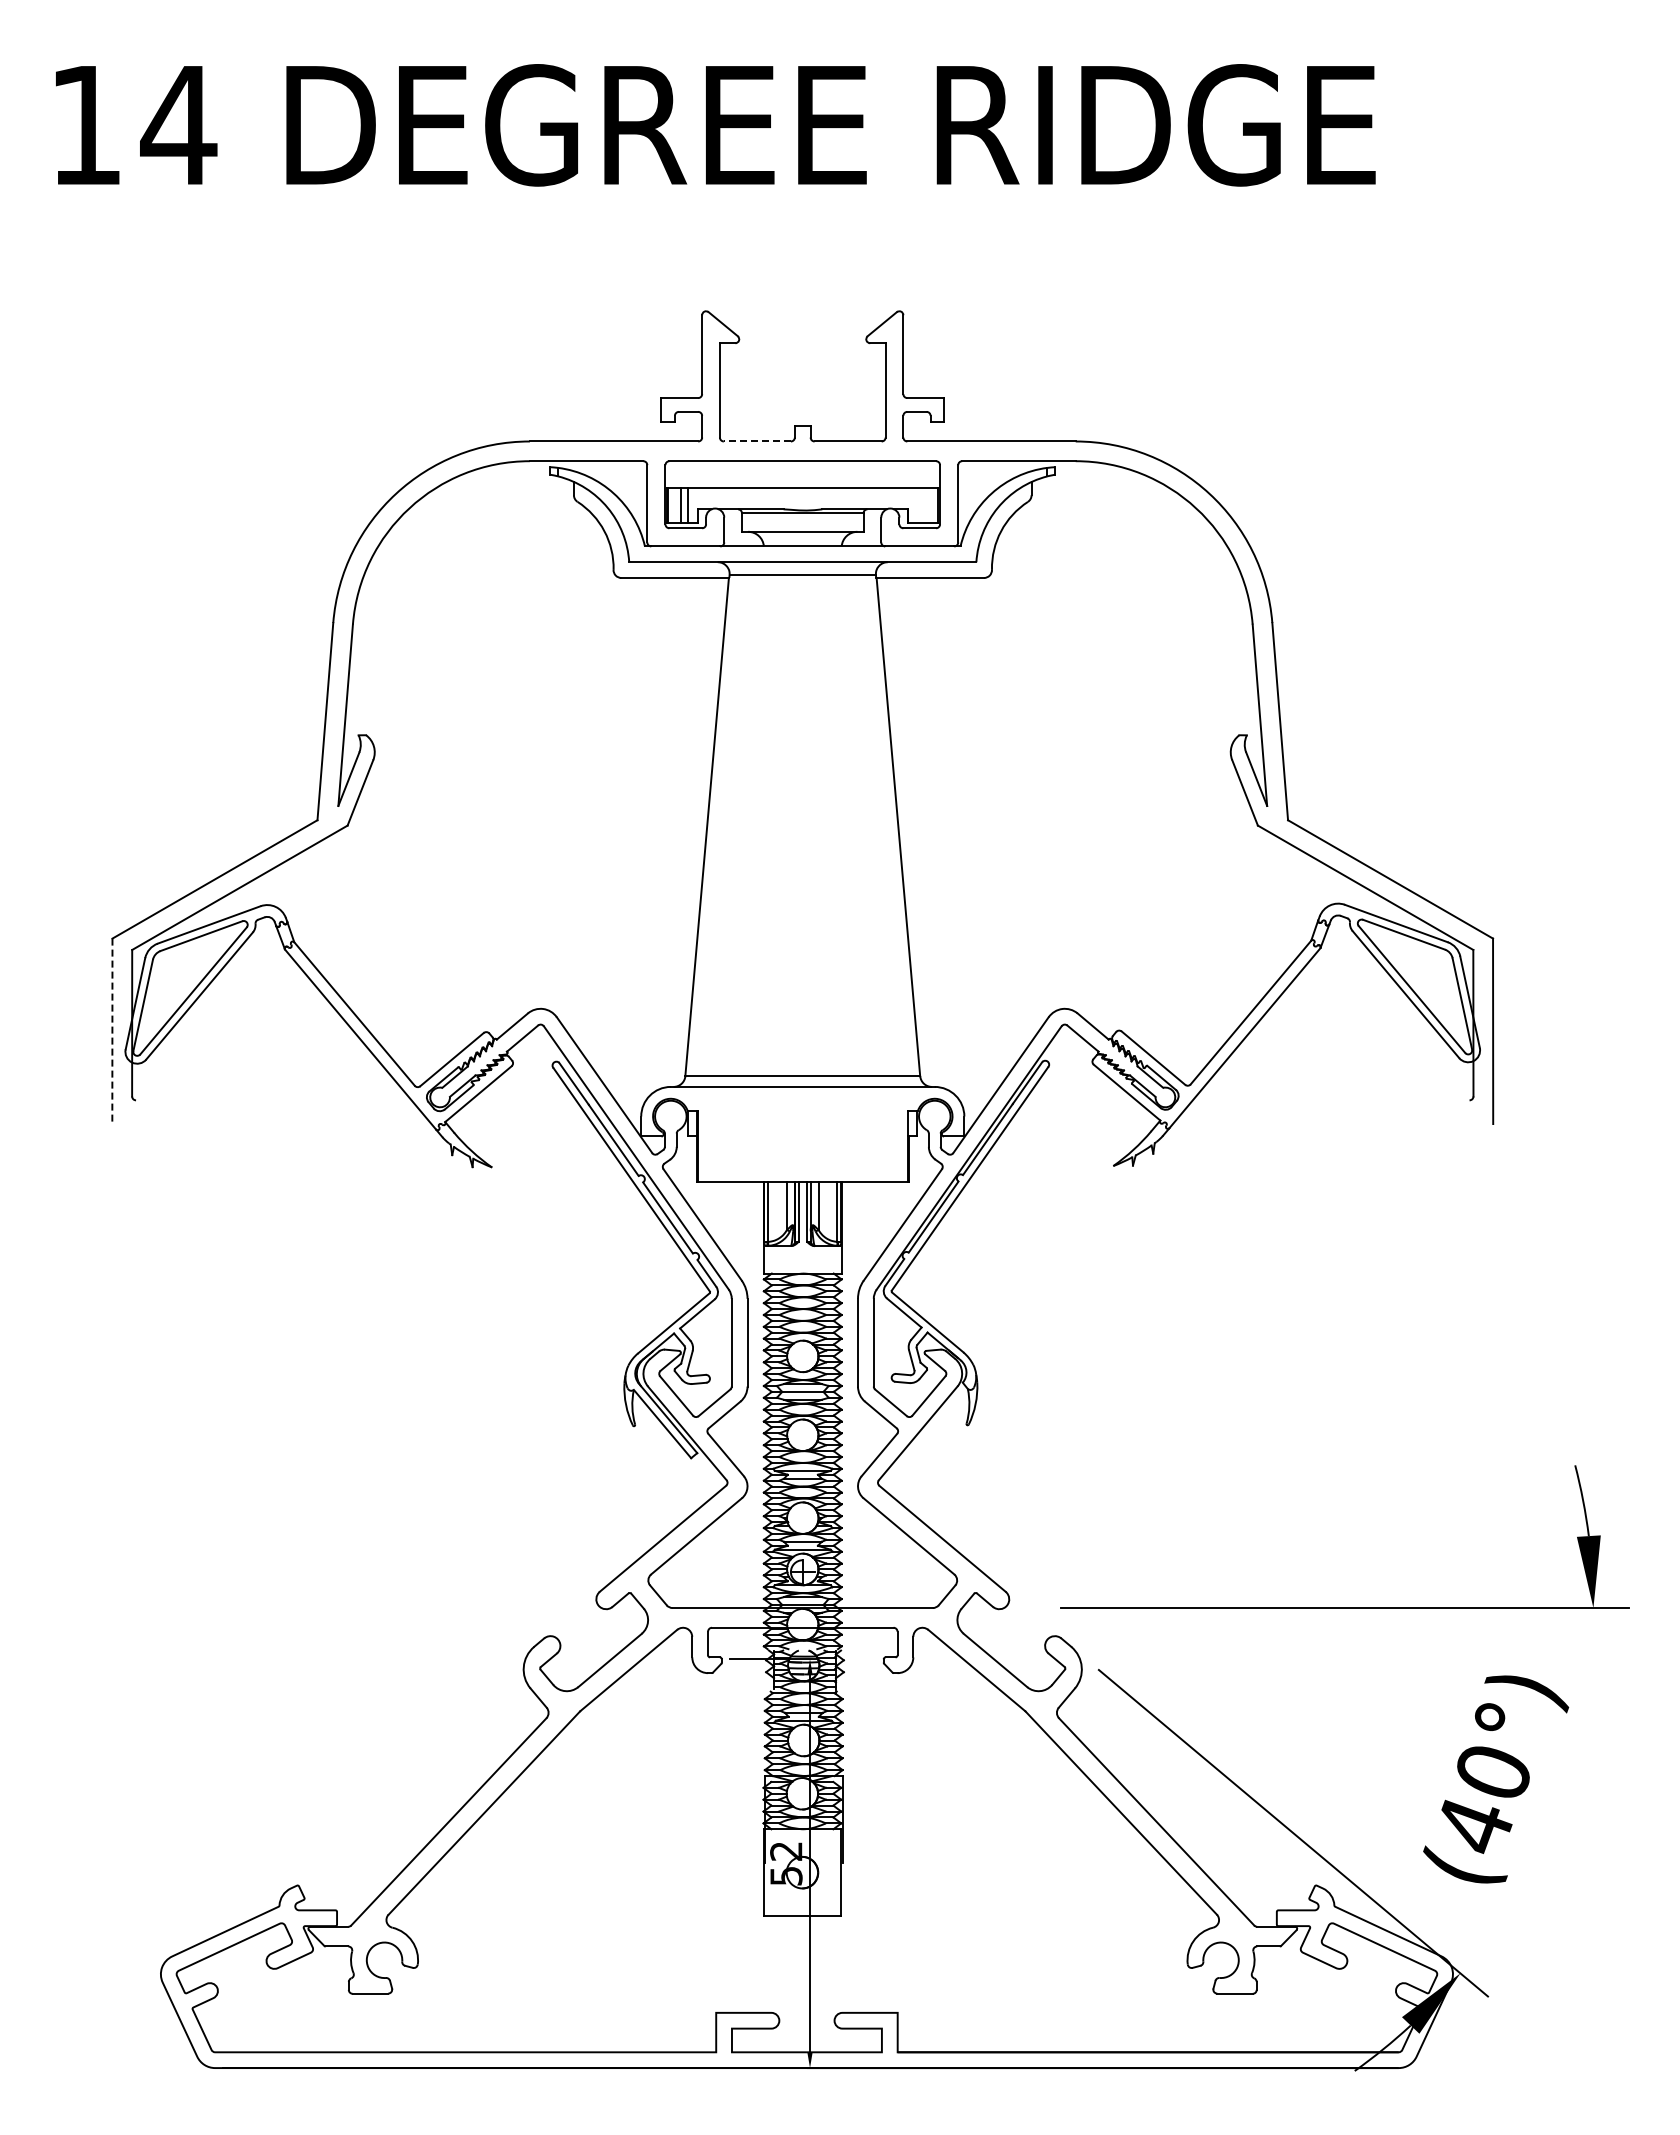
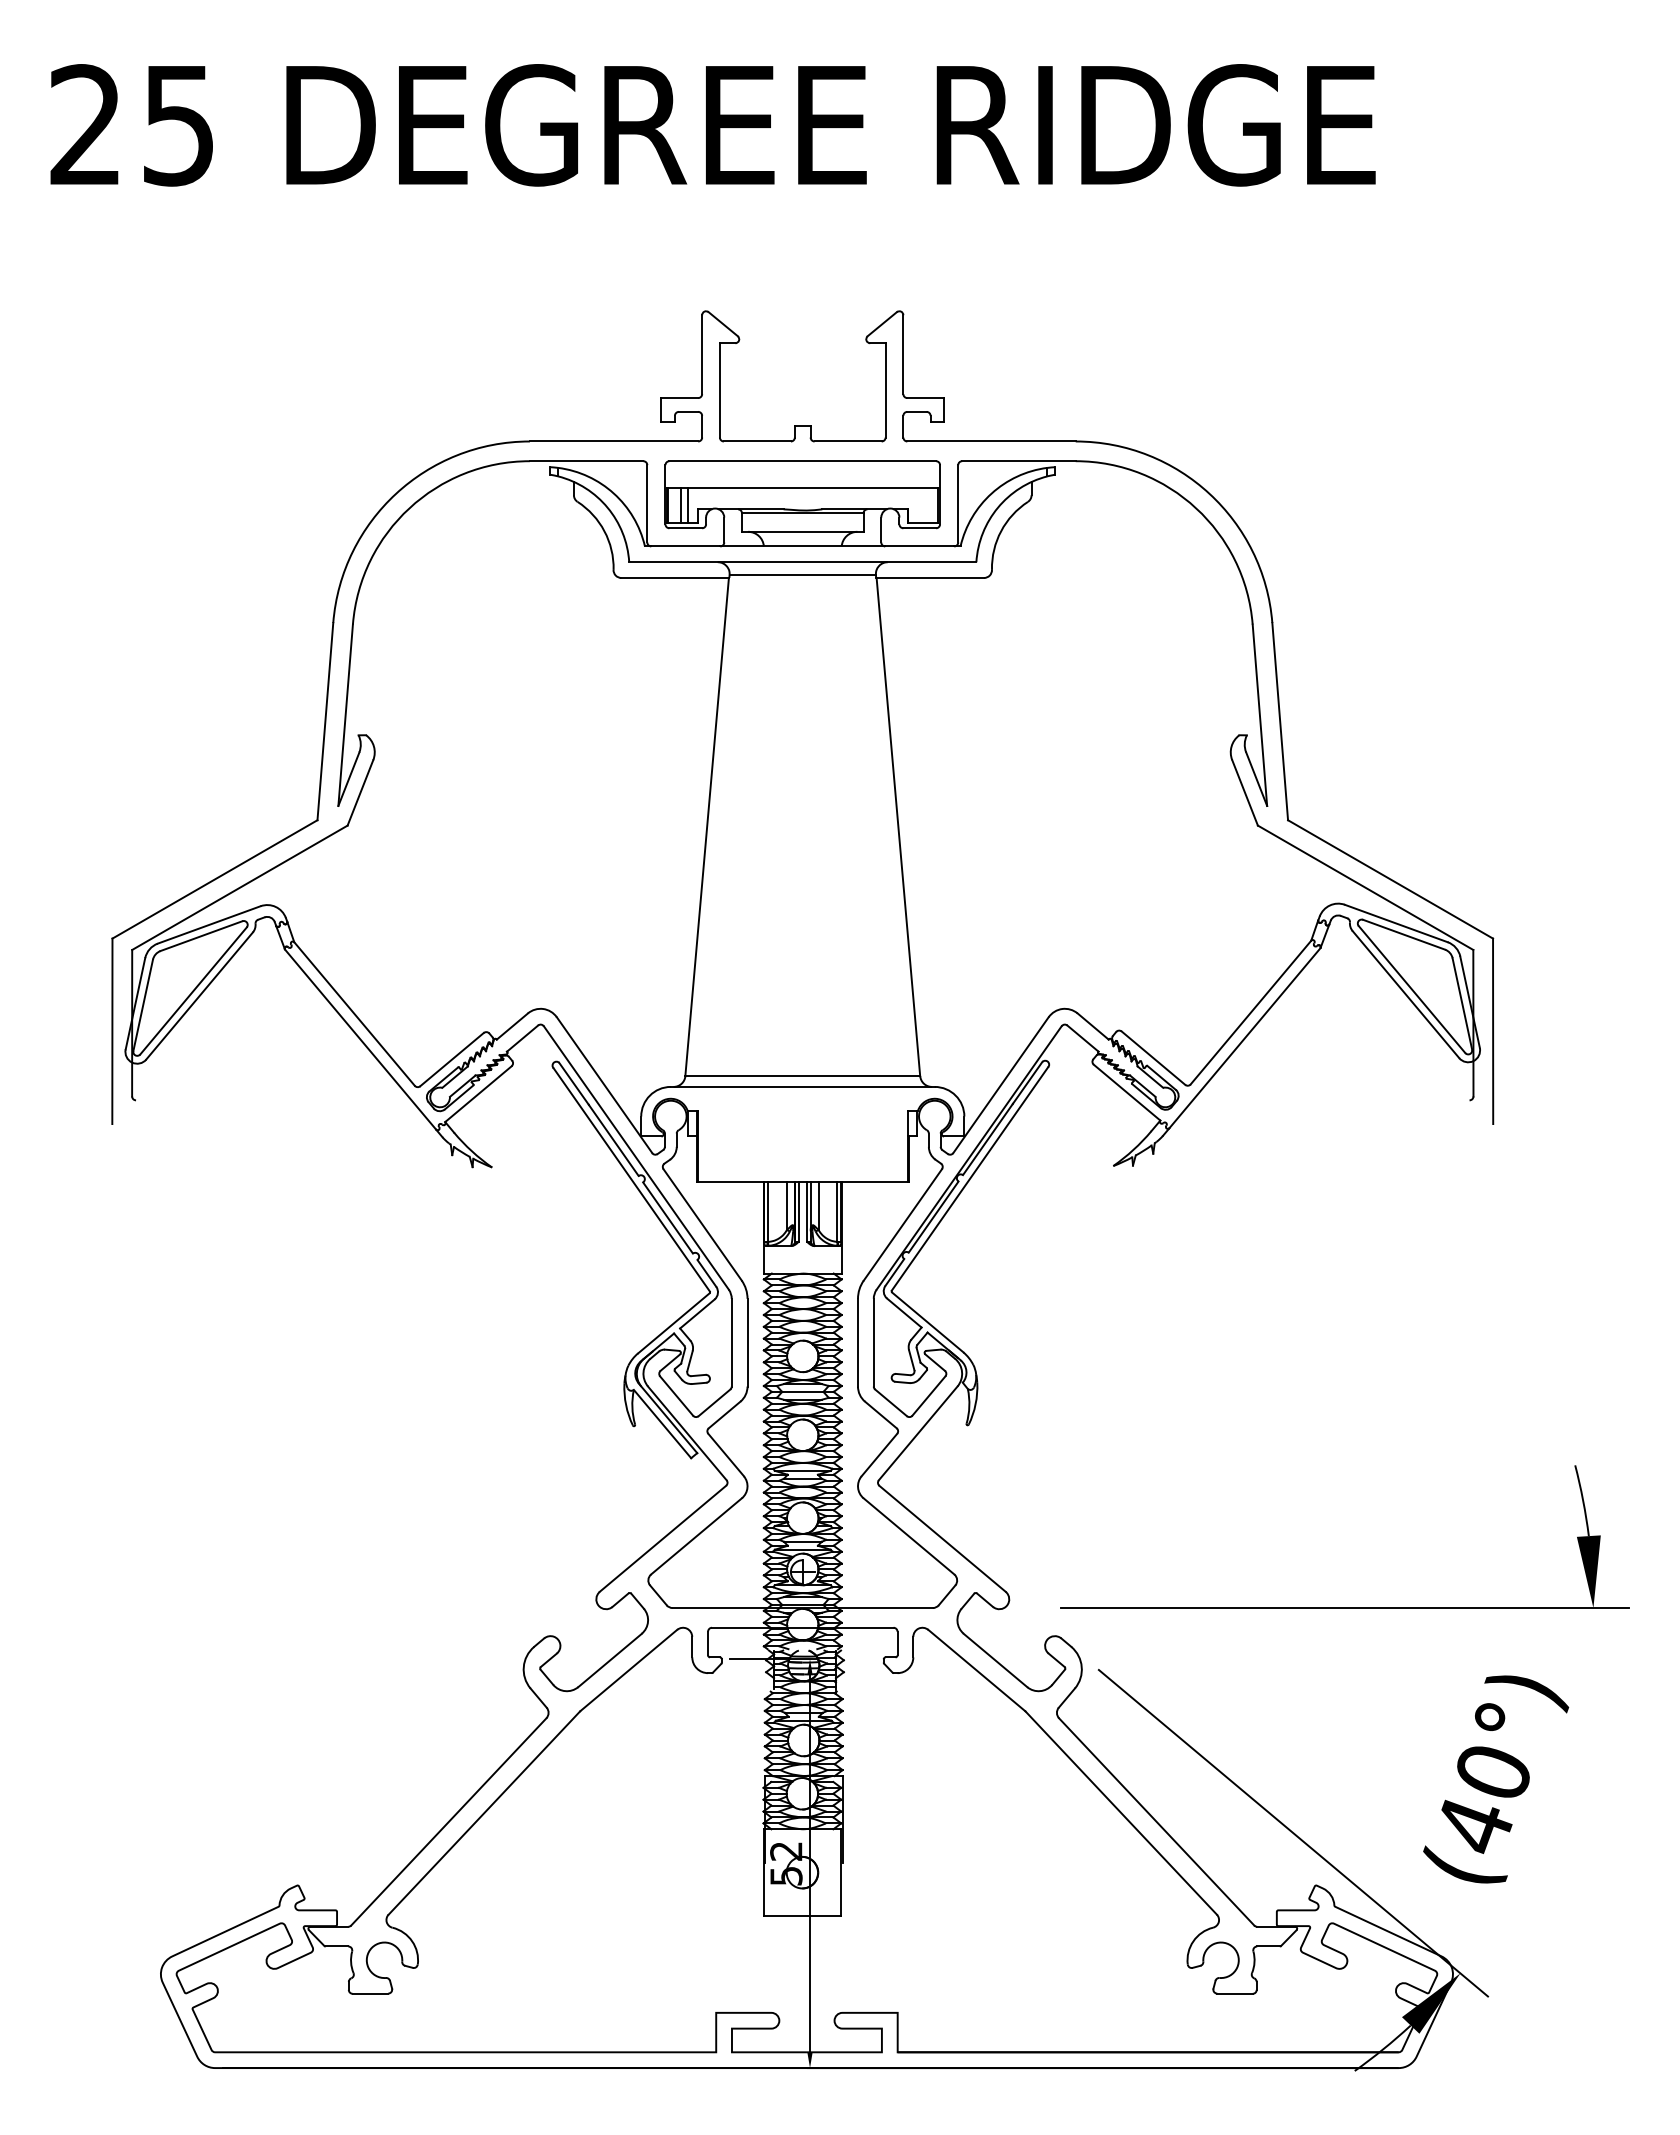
text at (133, 125): 14 -> 25
line at (757, 441): dashed -> solid
line at (112, 1031): dashed -> solid
